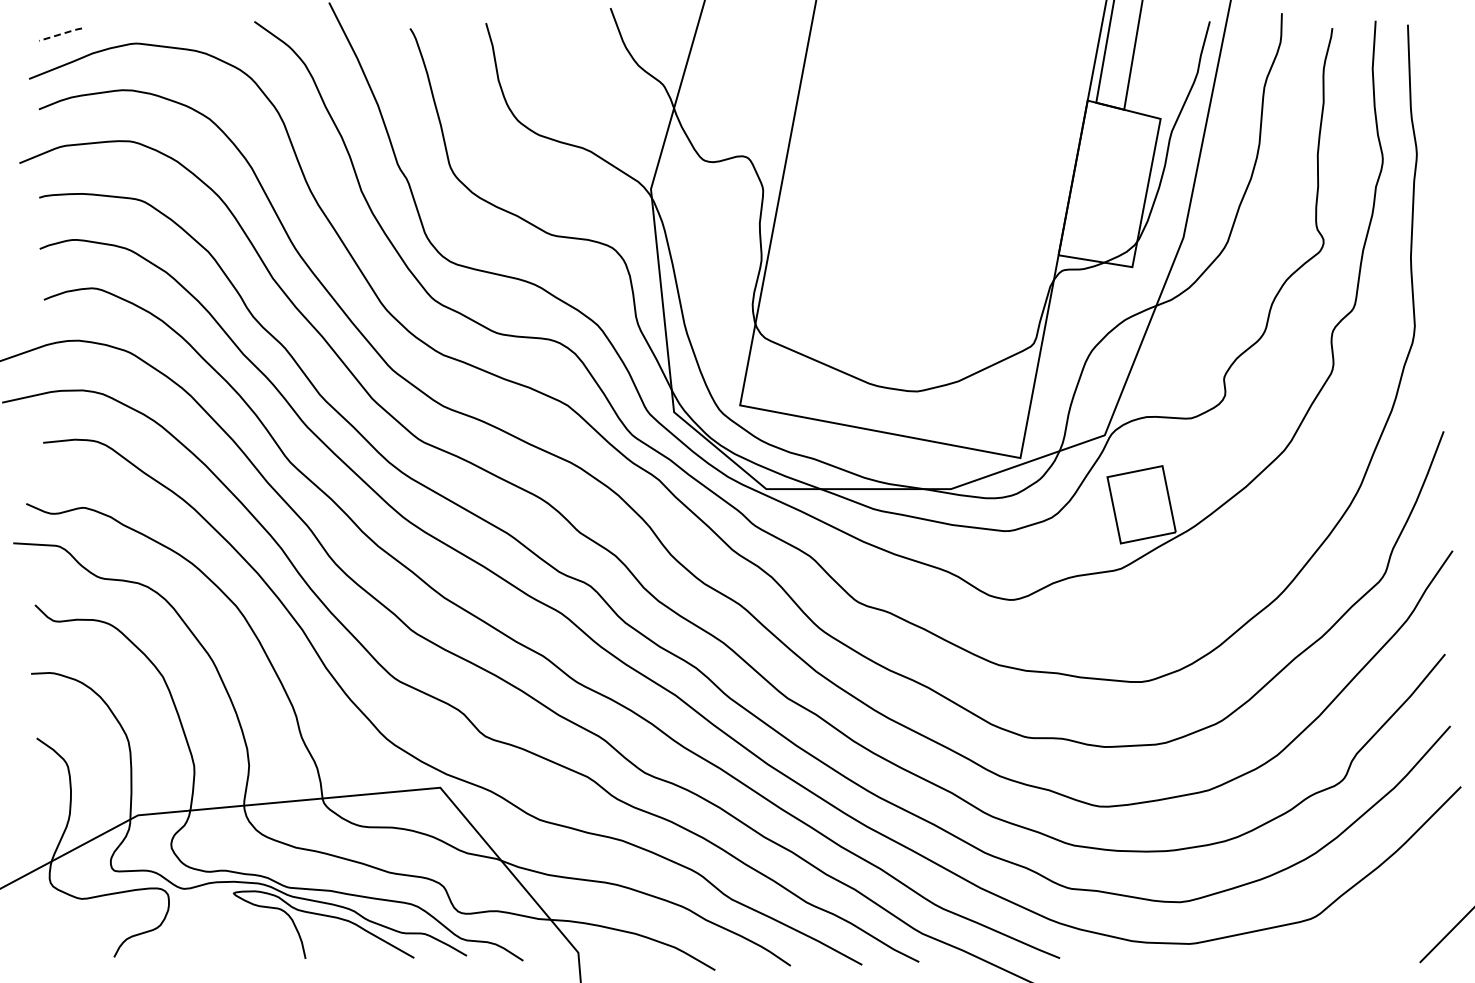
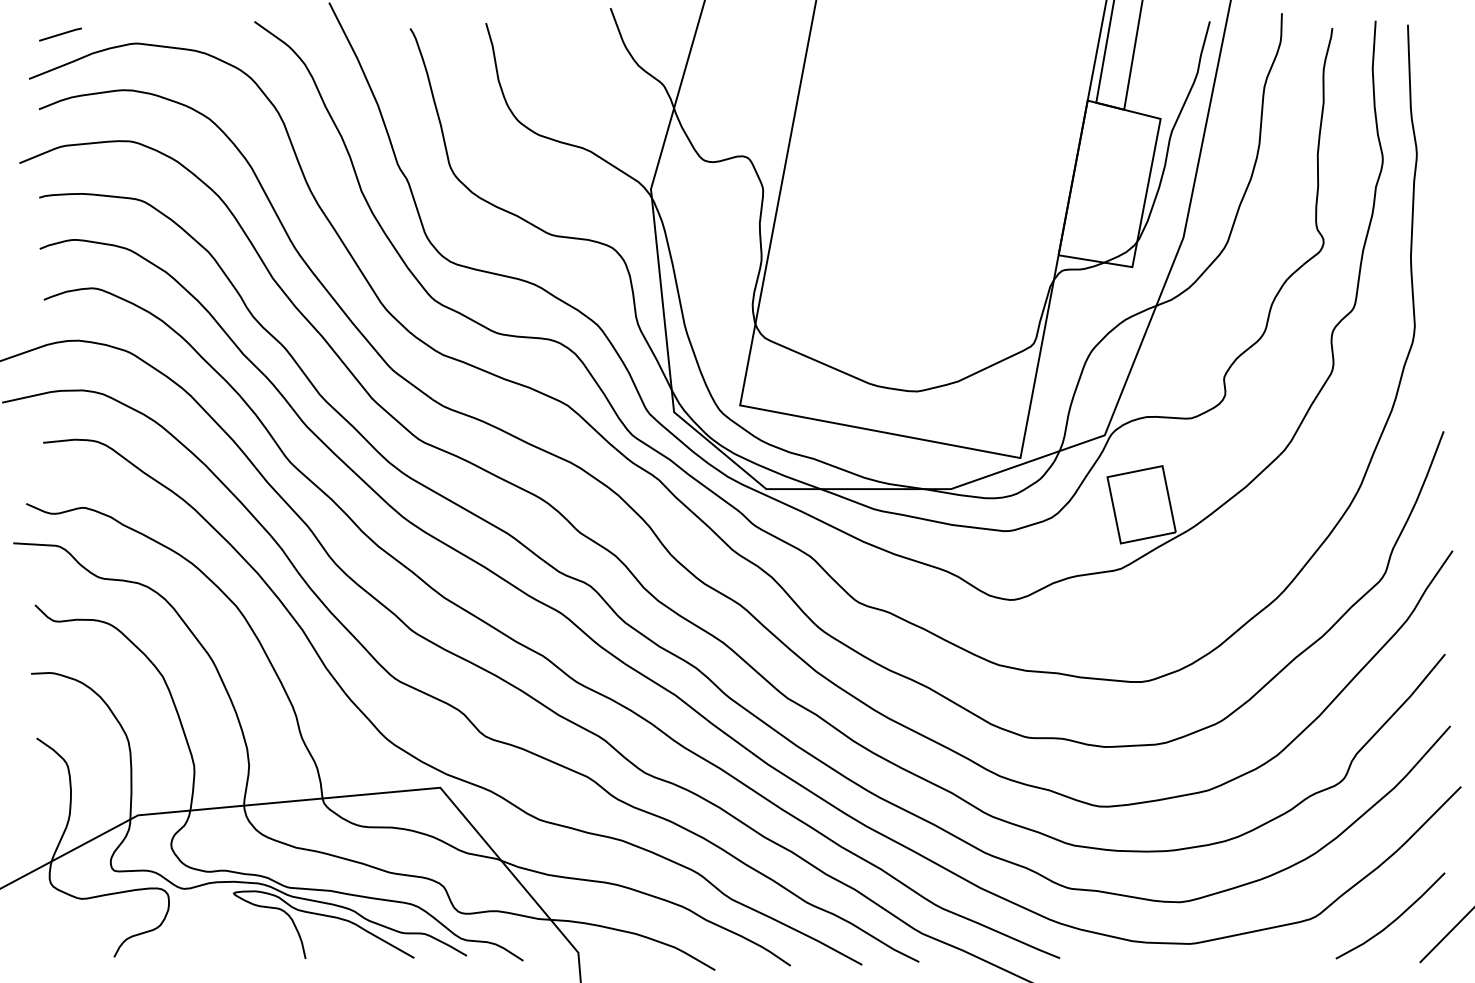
line at (60, 34): dashed -> solid
curve at (1394, 919): none -> present
